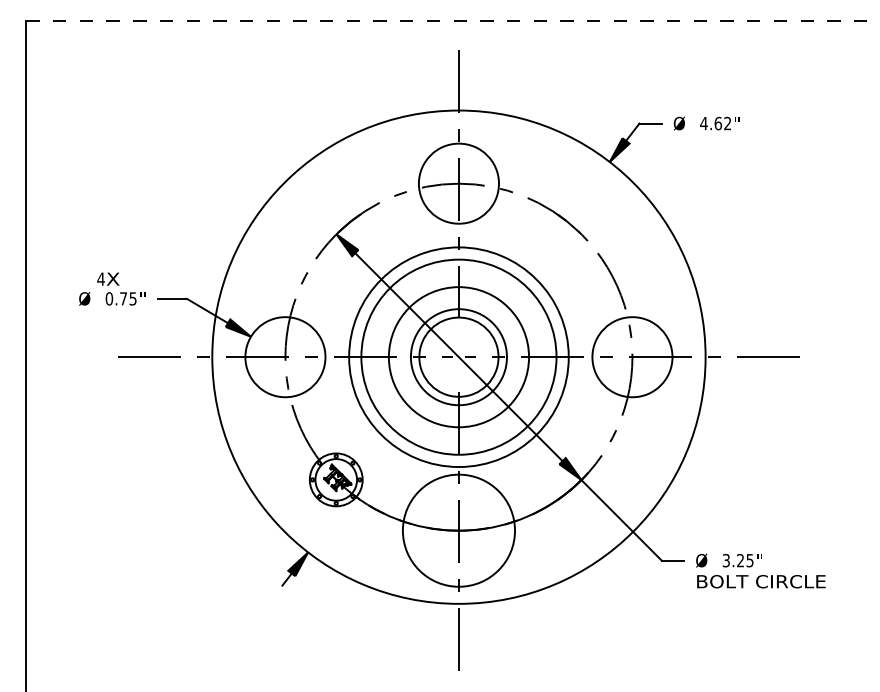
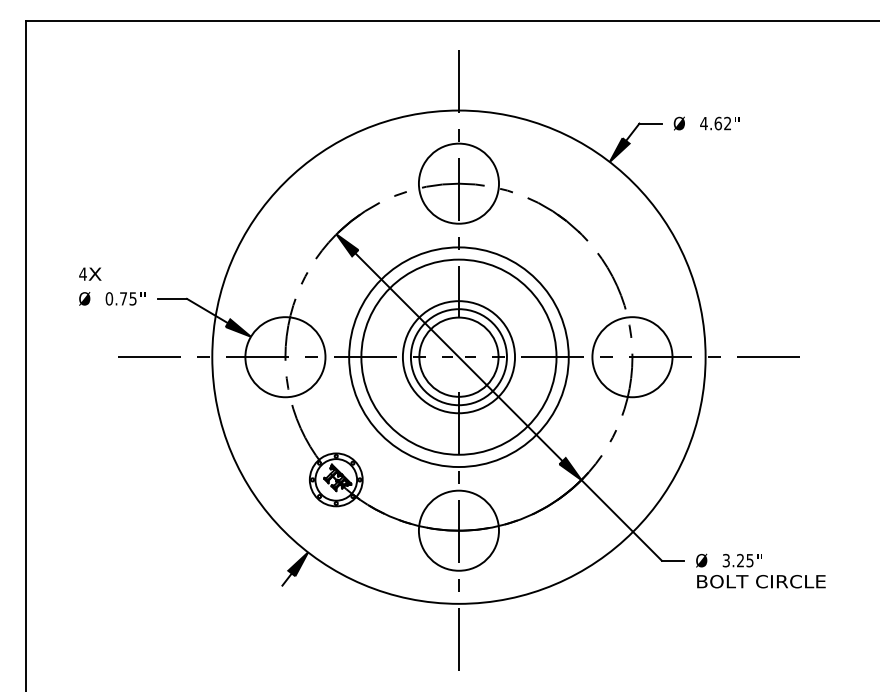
line at (453, 20): dashed -> solid
text at (108, 278) position: (108, 278) -> (90, 273)
circle at (458, 357) diameter: 140 px -> 112 px
circle at (458, 530) diameter: 112 px -> 80 px
